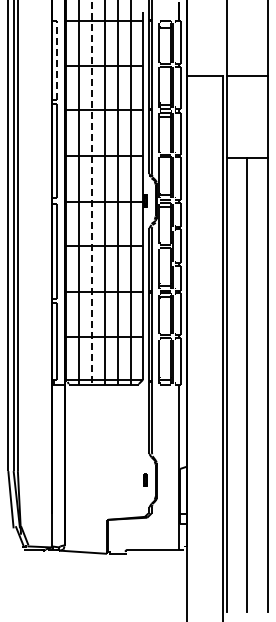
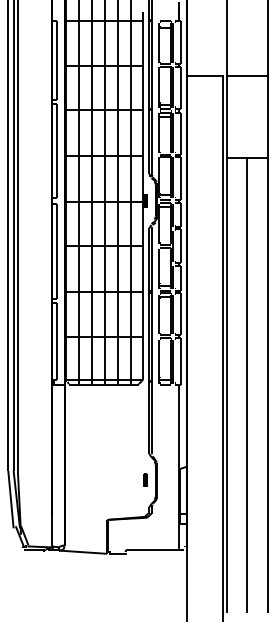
line at (57, 60): dashed -> solid
line at (92, 193): dashed -> solid
